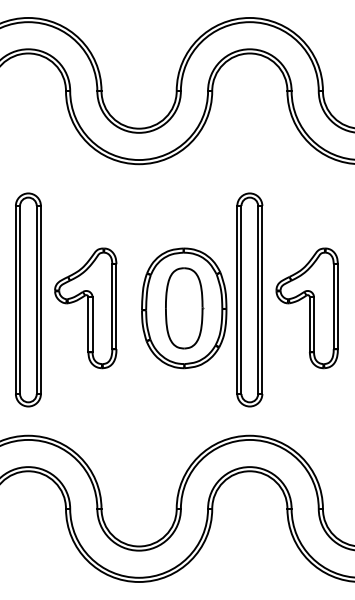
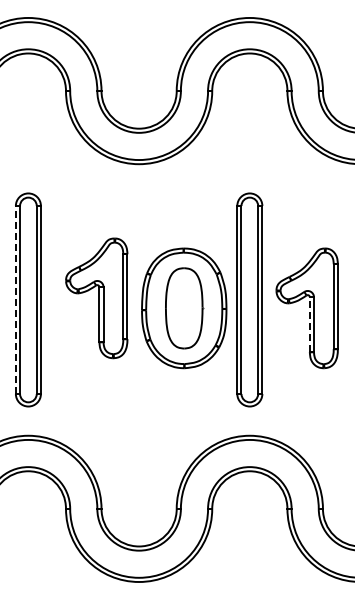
line at (15, 299): solid -> dashed
part at (85, 308) position: (85, 308) -> (96, 298)
line at (309, 324): solid -> dashed
